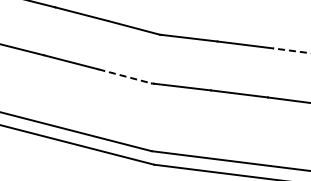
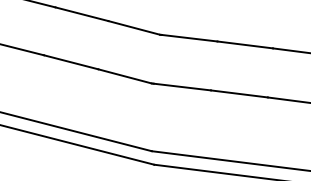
line at (291, 50): dashed -> solid
line at (125, 76): dashed -> solid
